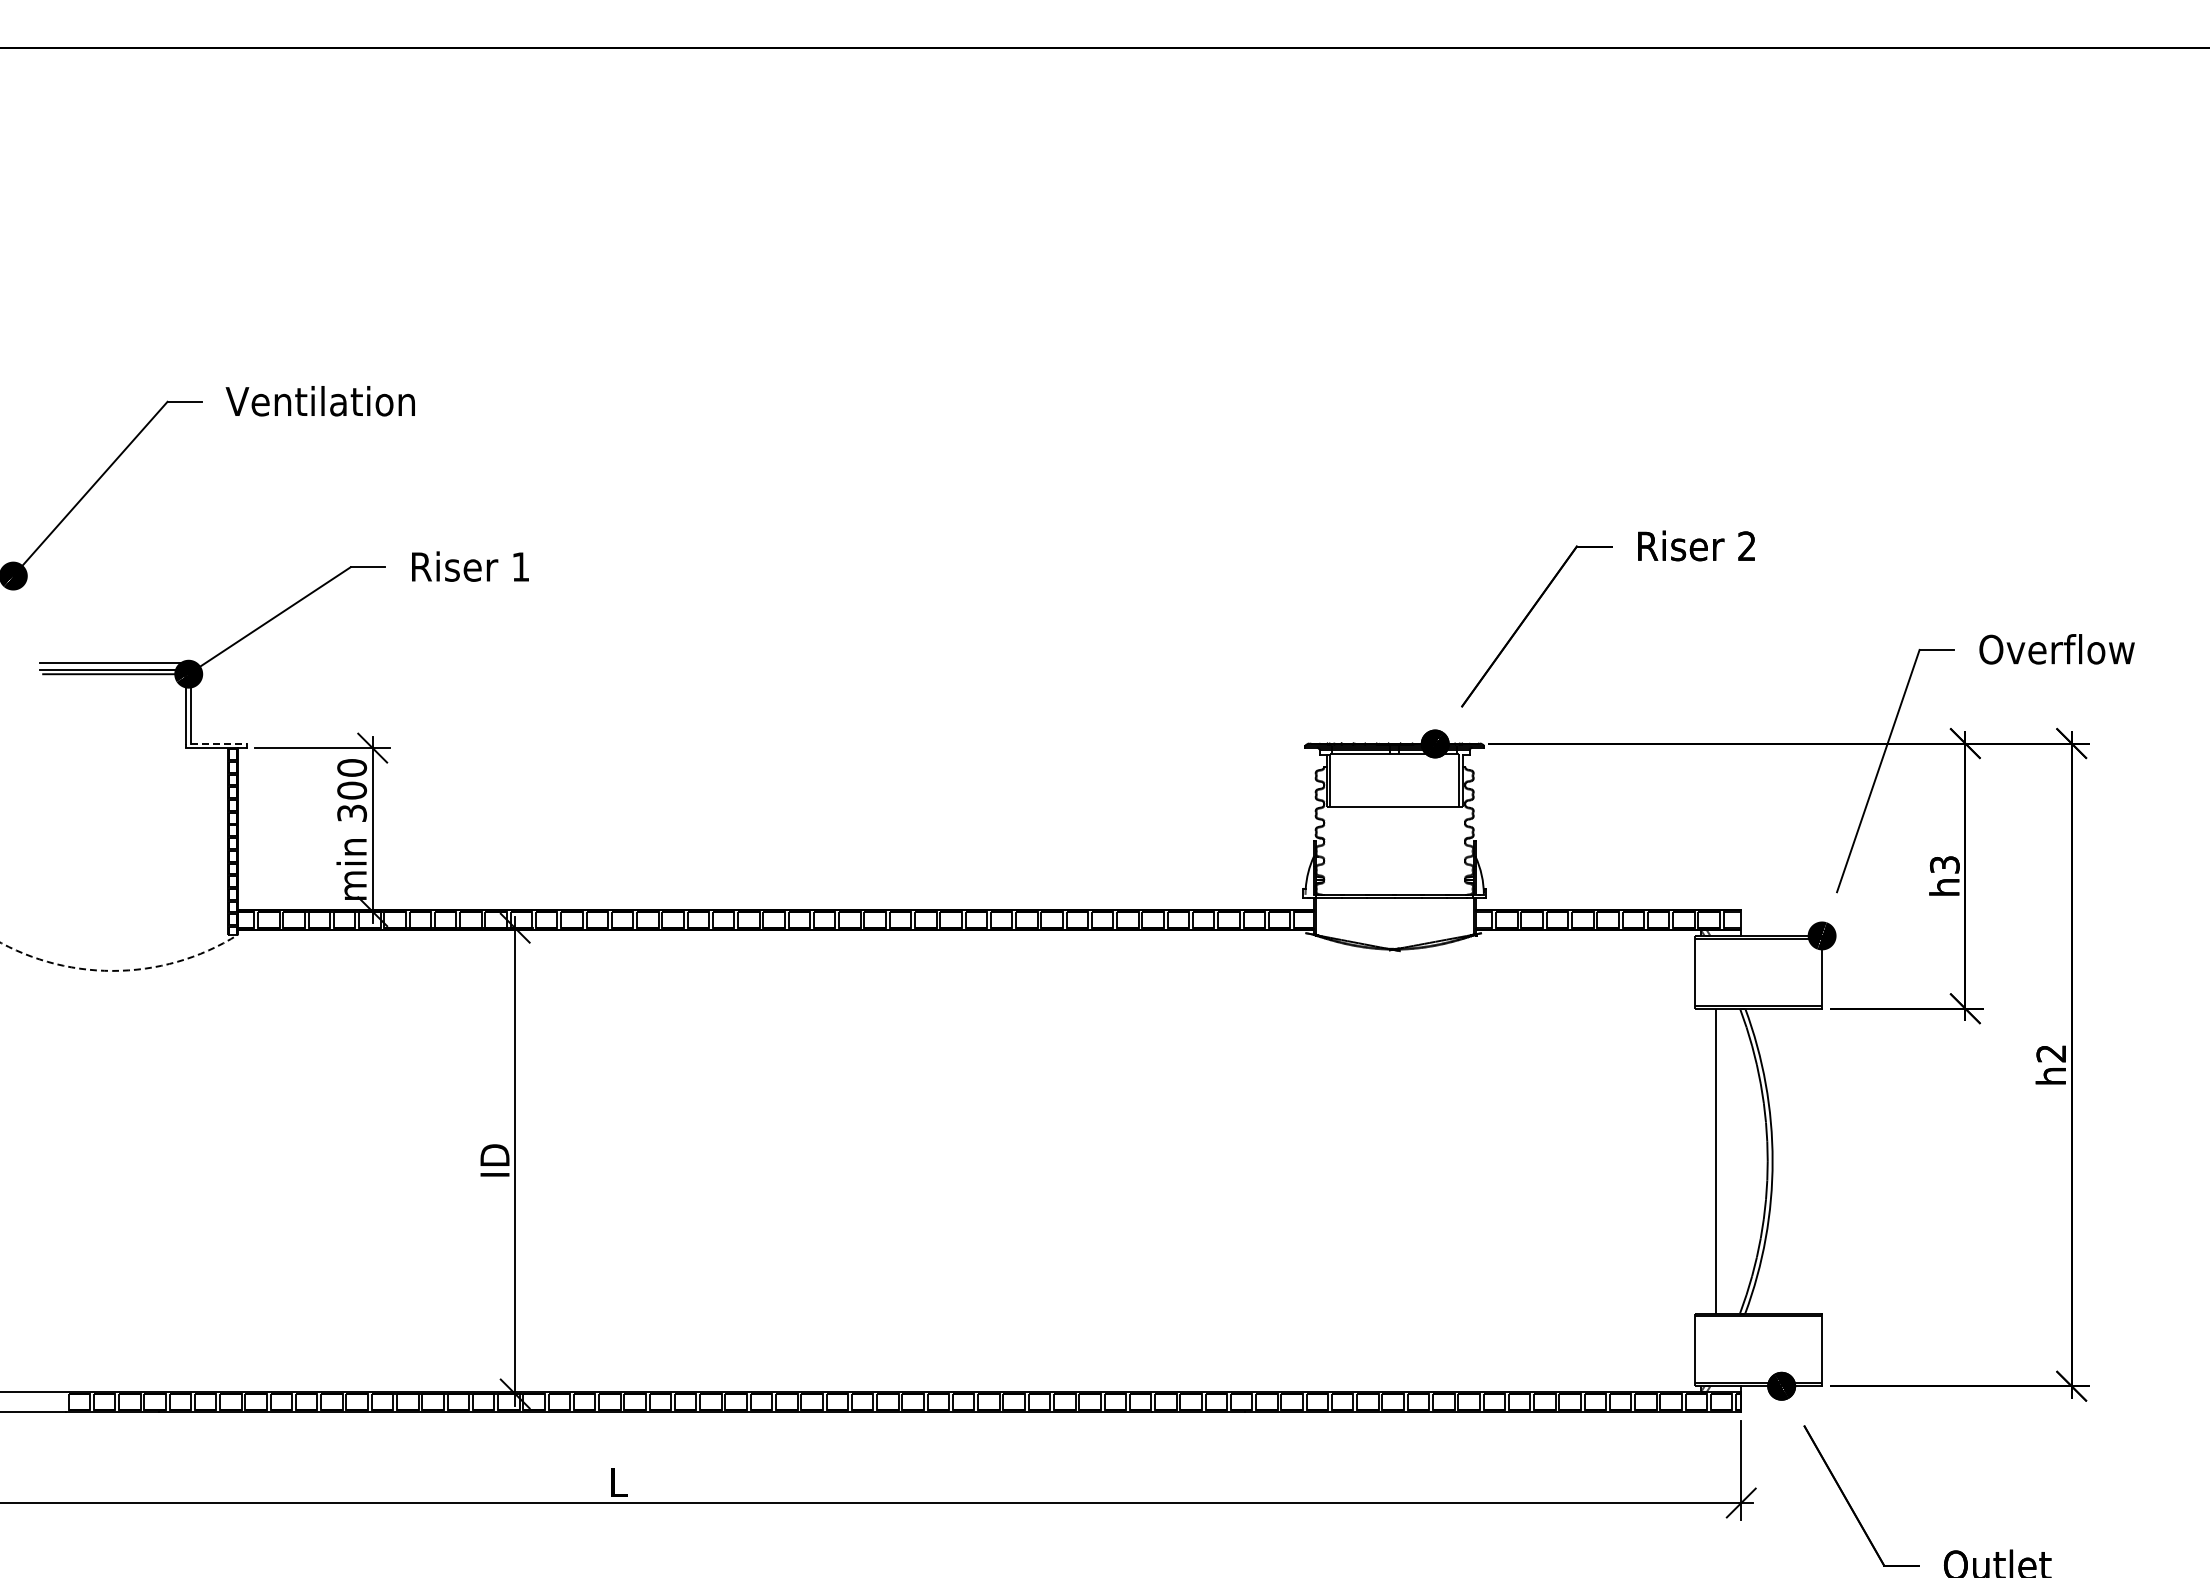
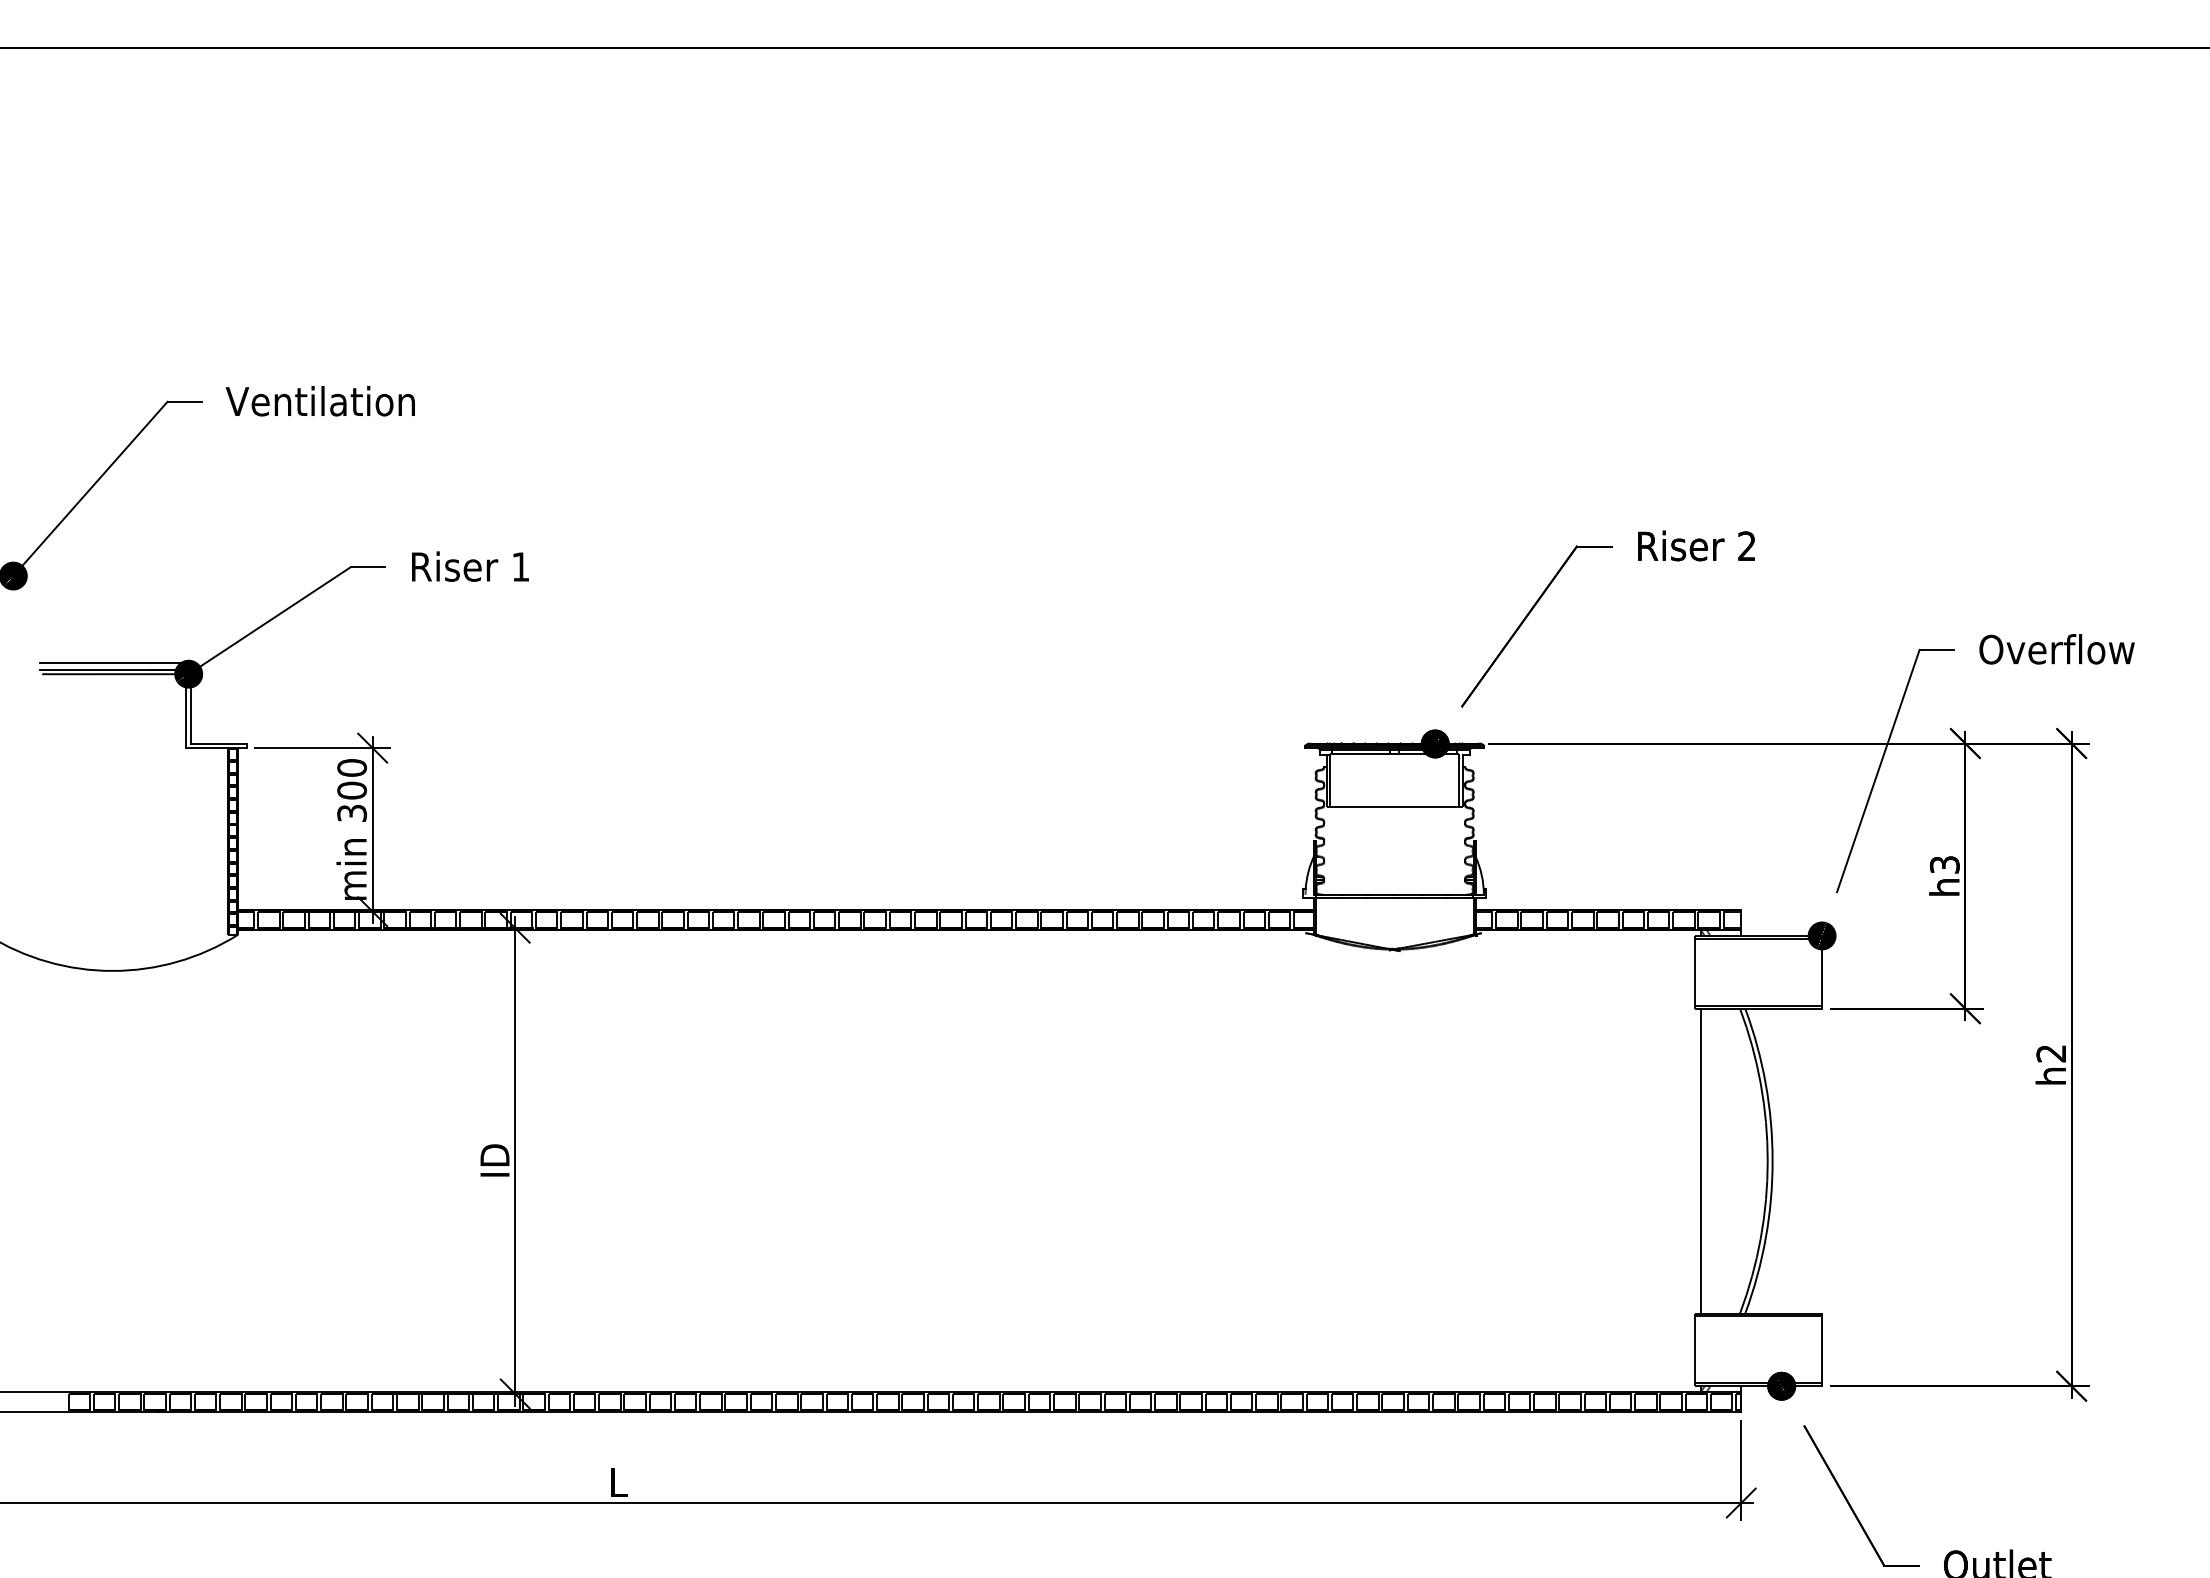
line at (218, 743): dashed -> solid
arc at (120, 970): dashed -> solid
line at (1716, 1160) position: (1716, 1160) -> (1701, 1160)
